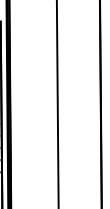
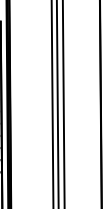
line at (52, 103): none -> present
line at (63, 103): none -> present
